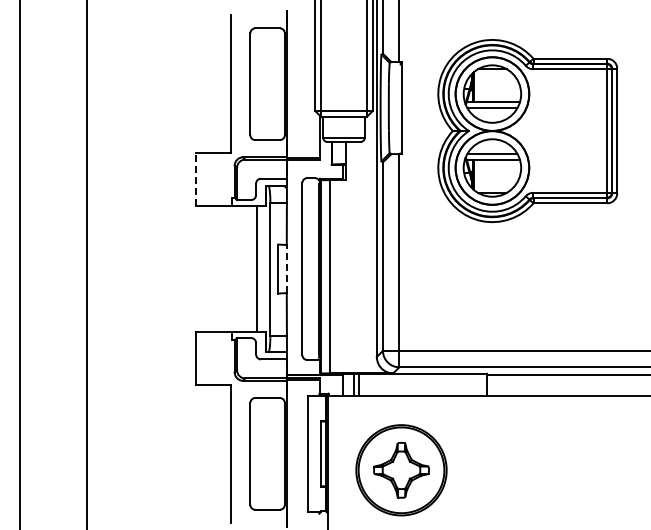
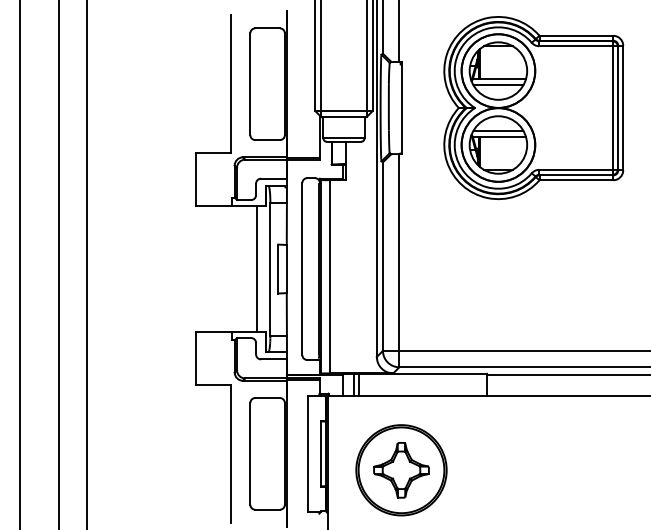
part at (527, 131) position: (527, 131) -> (533, 108)
line at (196, 179): dashed -> solid
line at (59, 264): none -> present
line at (286, 268): dashed -> solid
